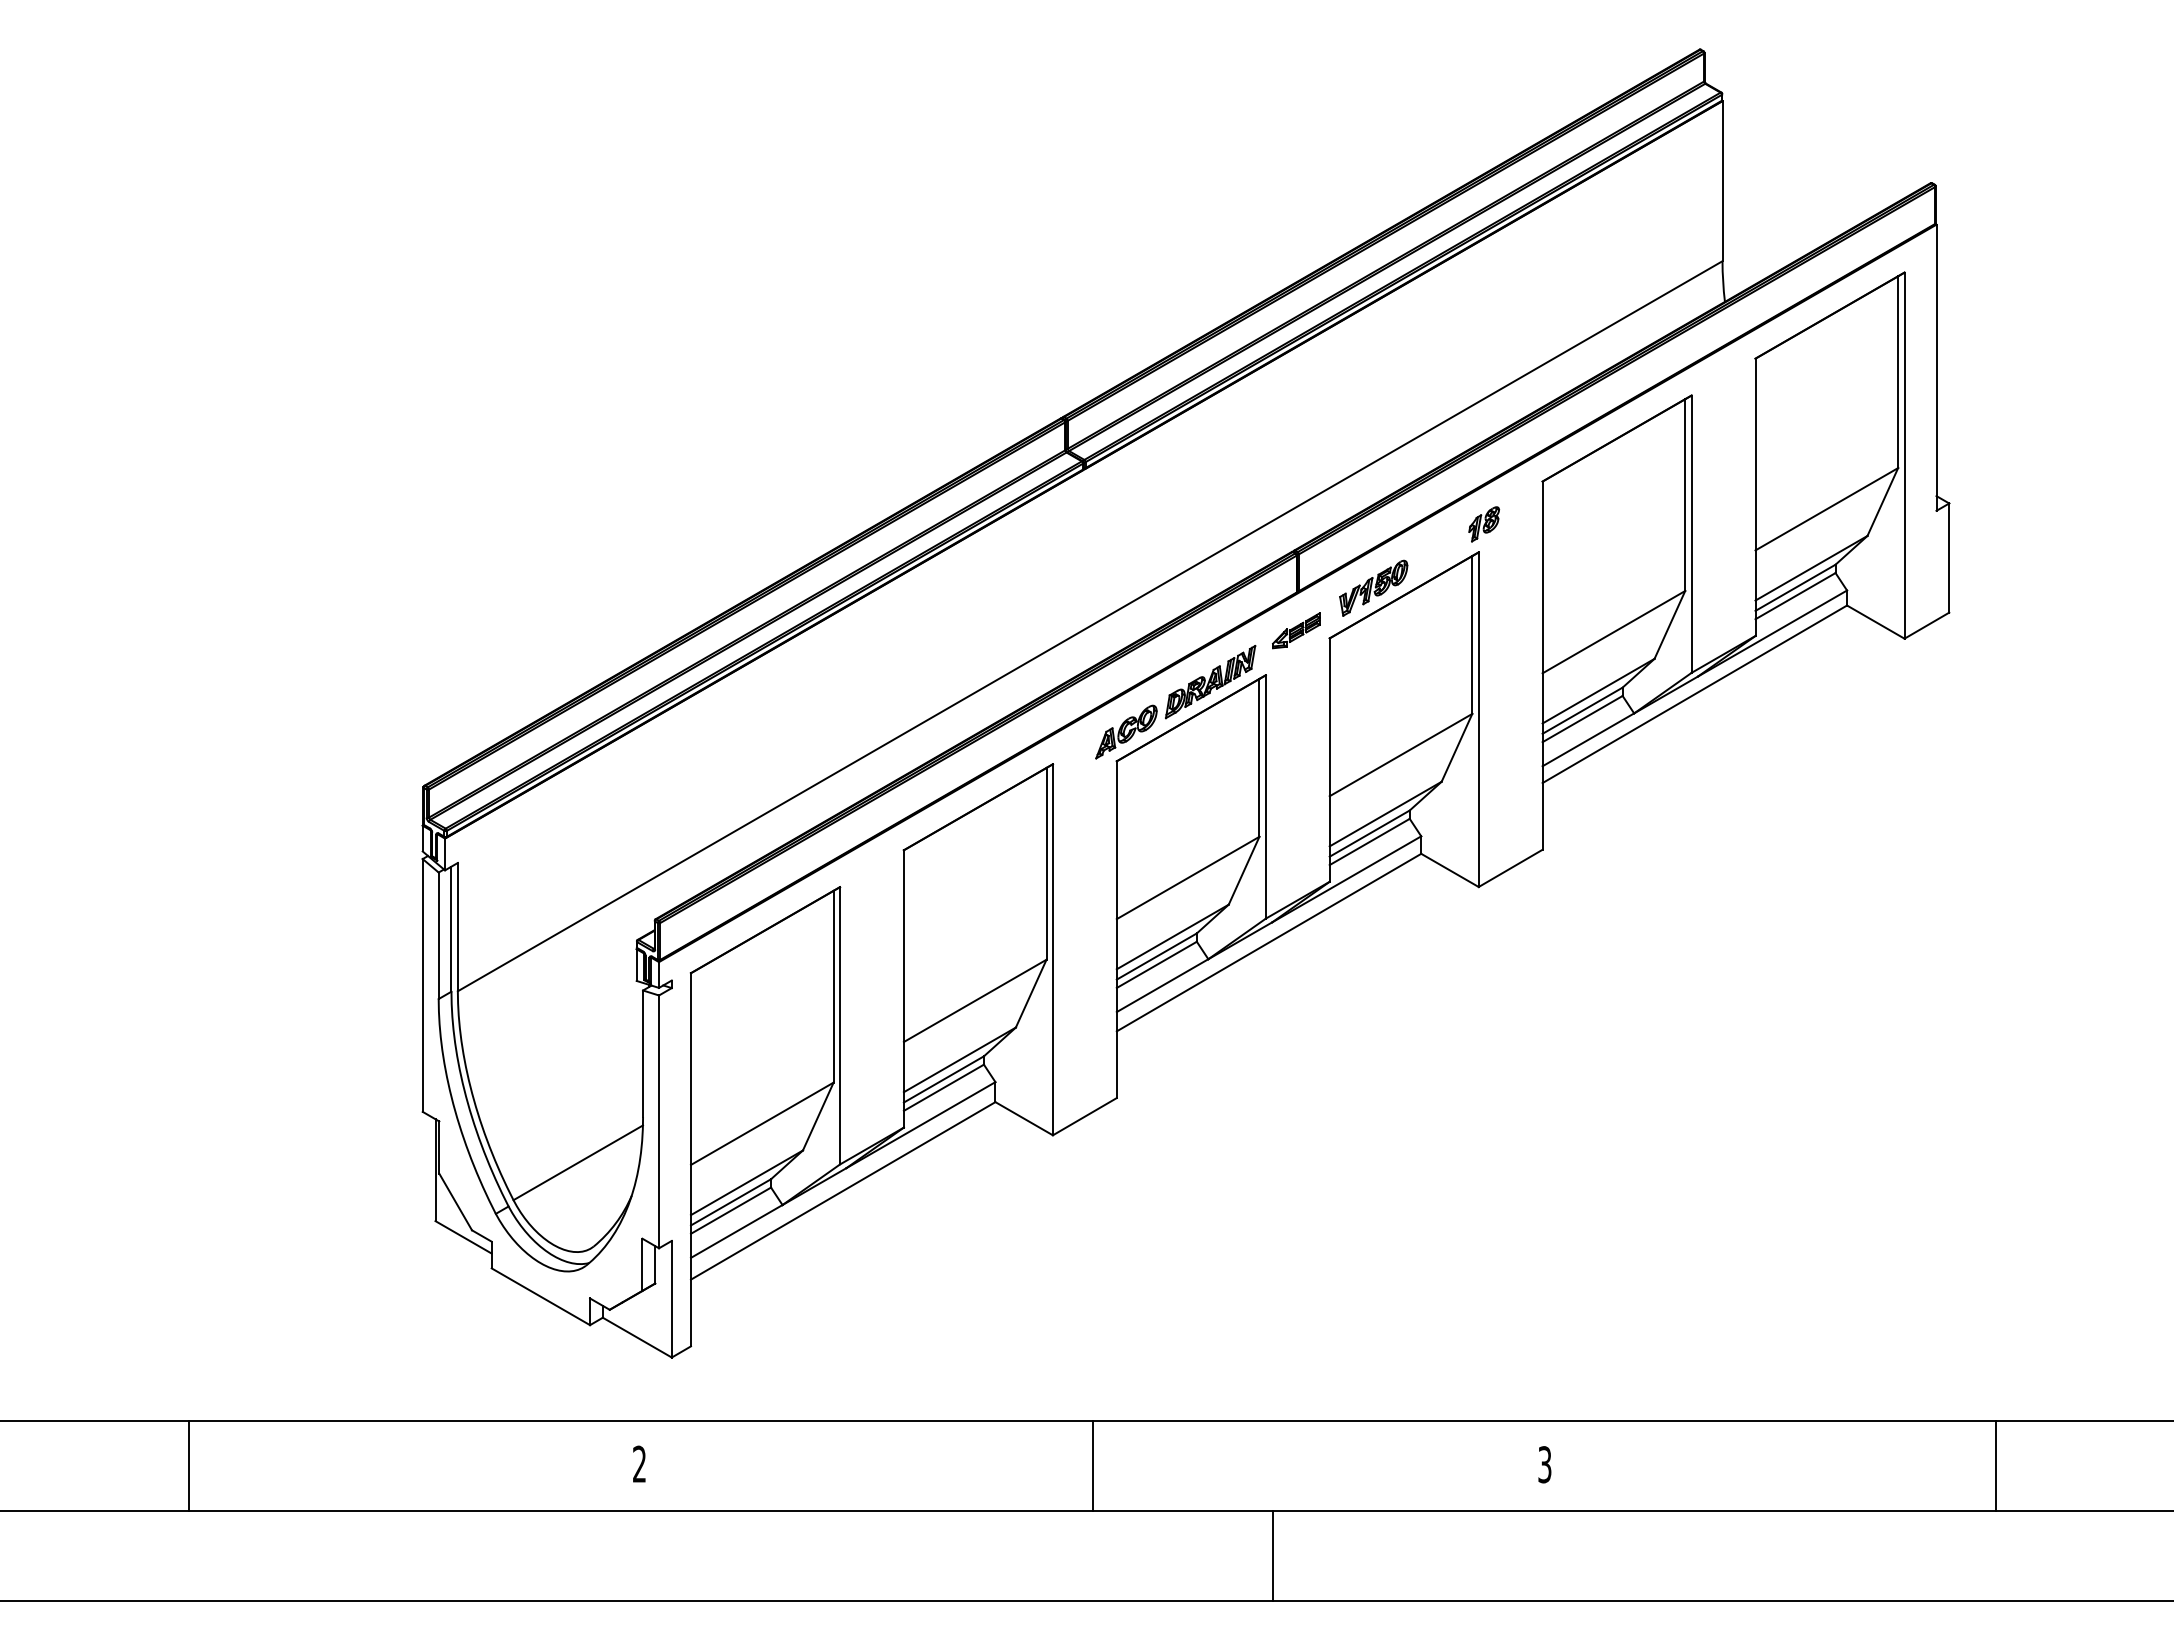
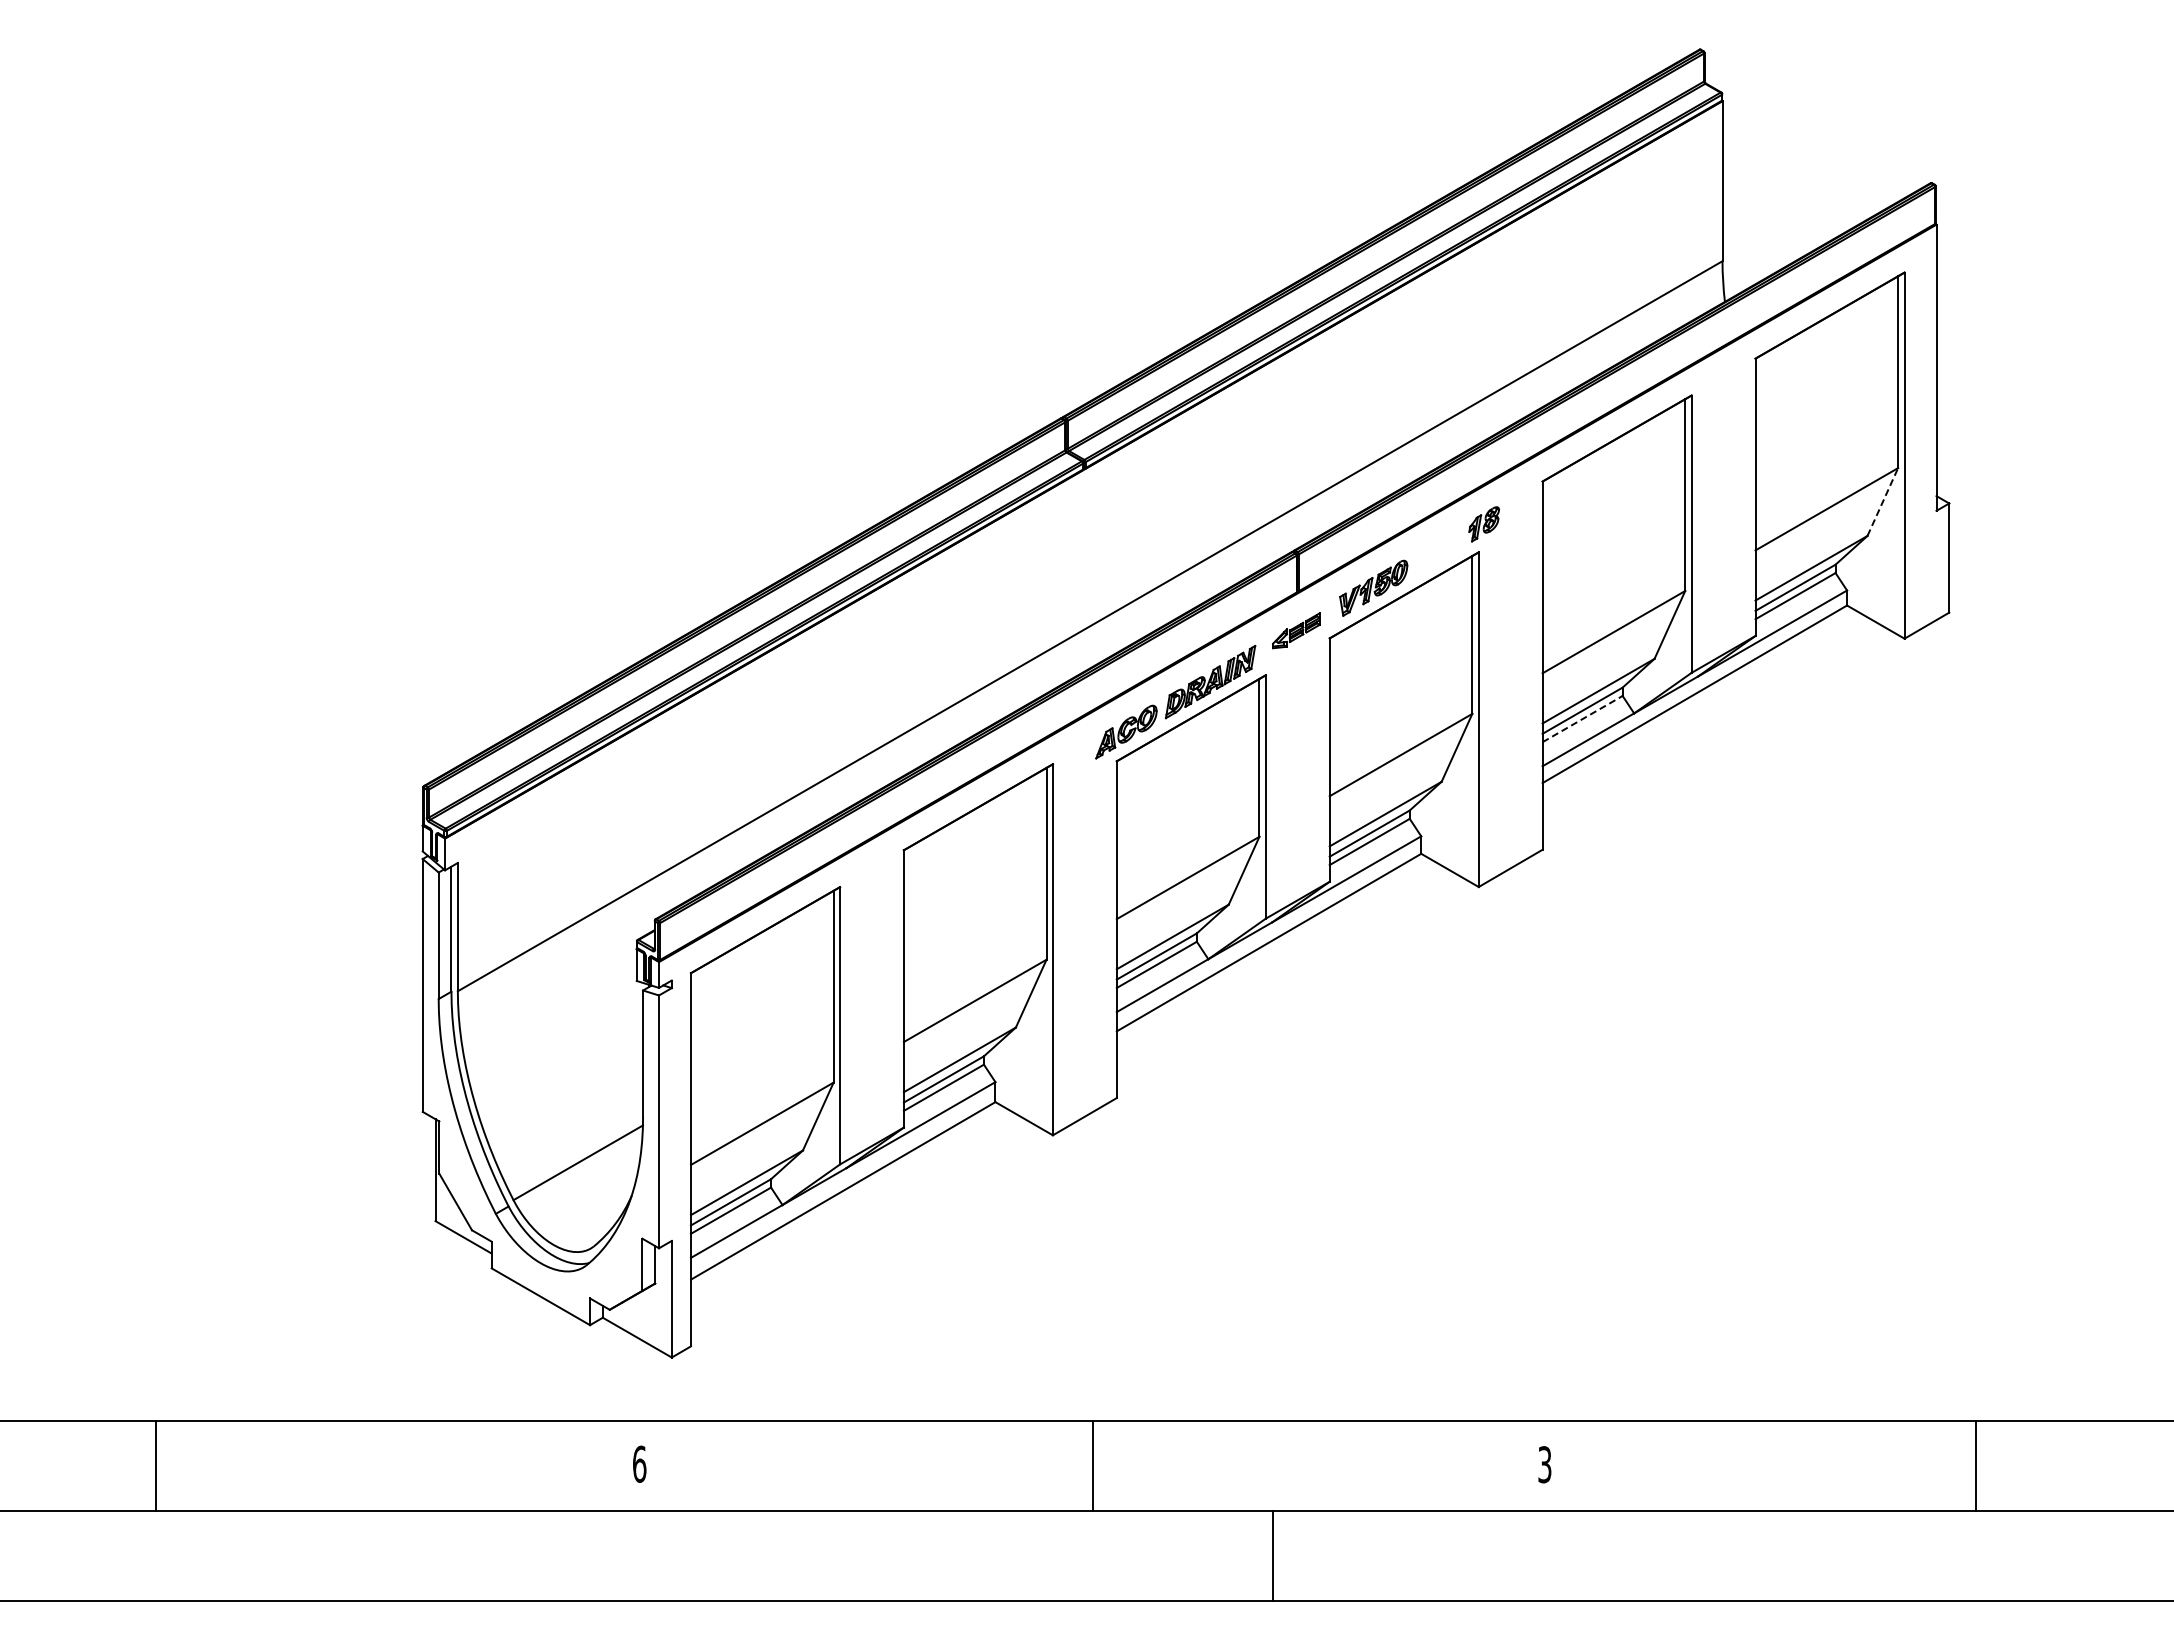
line at (1883, 501): solid -> dashed
line at (1583, 718): solid -> dashed
text at (639, 1463): 2 -> 6
line at (189, 1465) position: (189, 1465) -> (156, 1465)
line at (1995, 1465) position: (1995, 1465) -> (1975, 1465)
